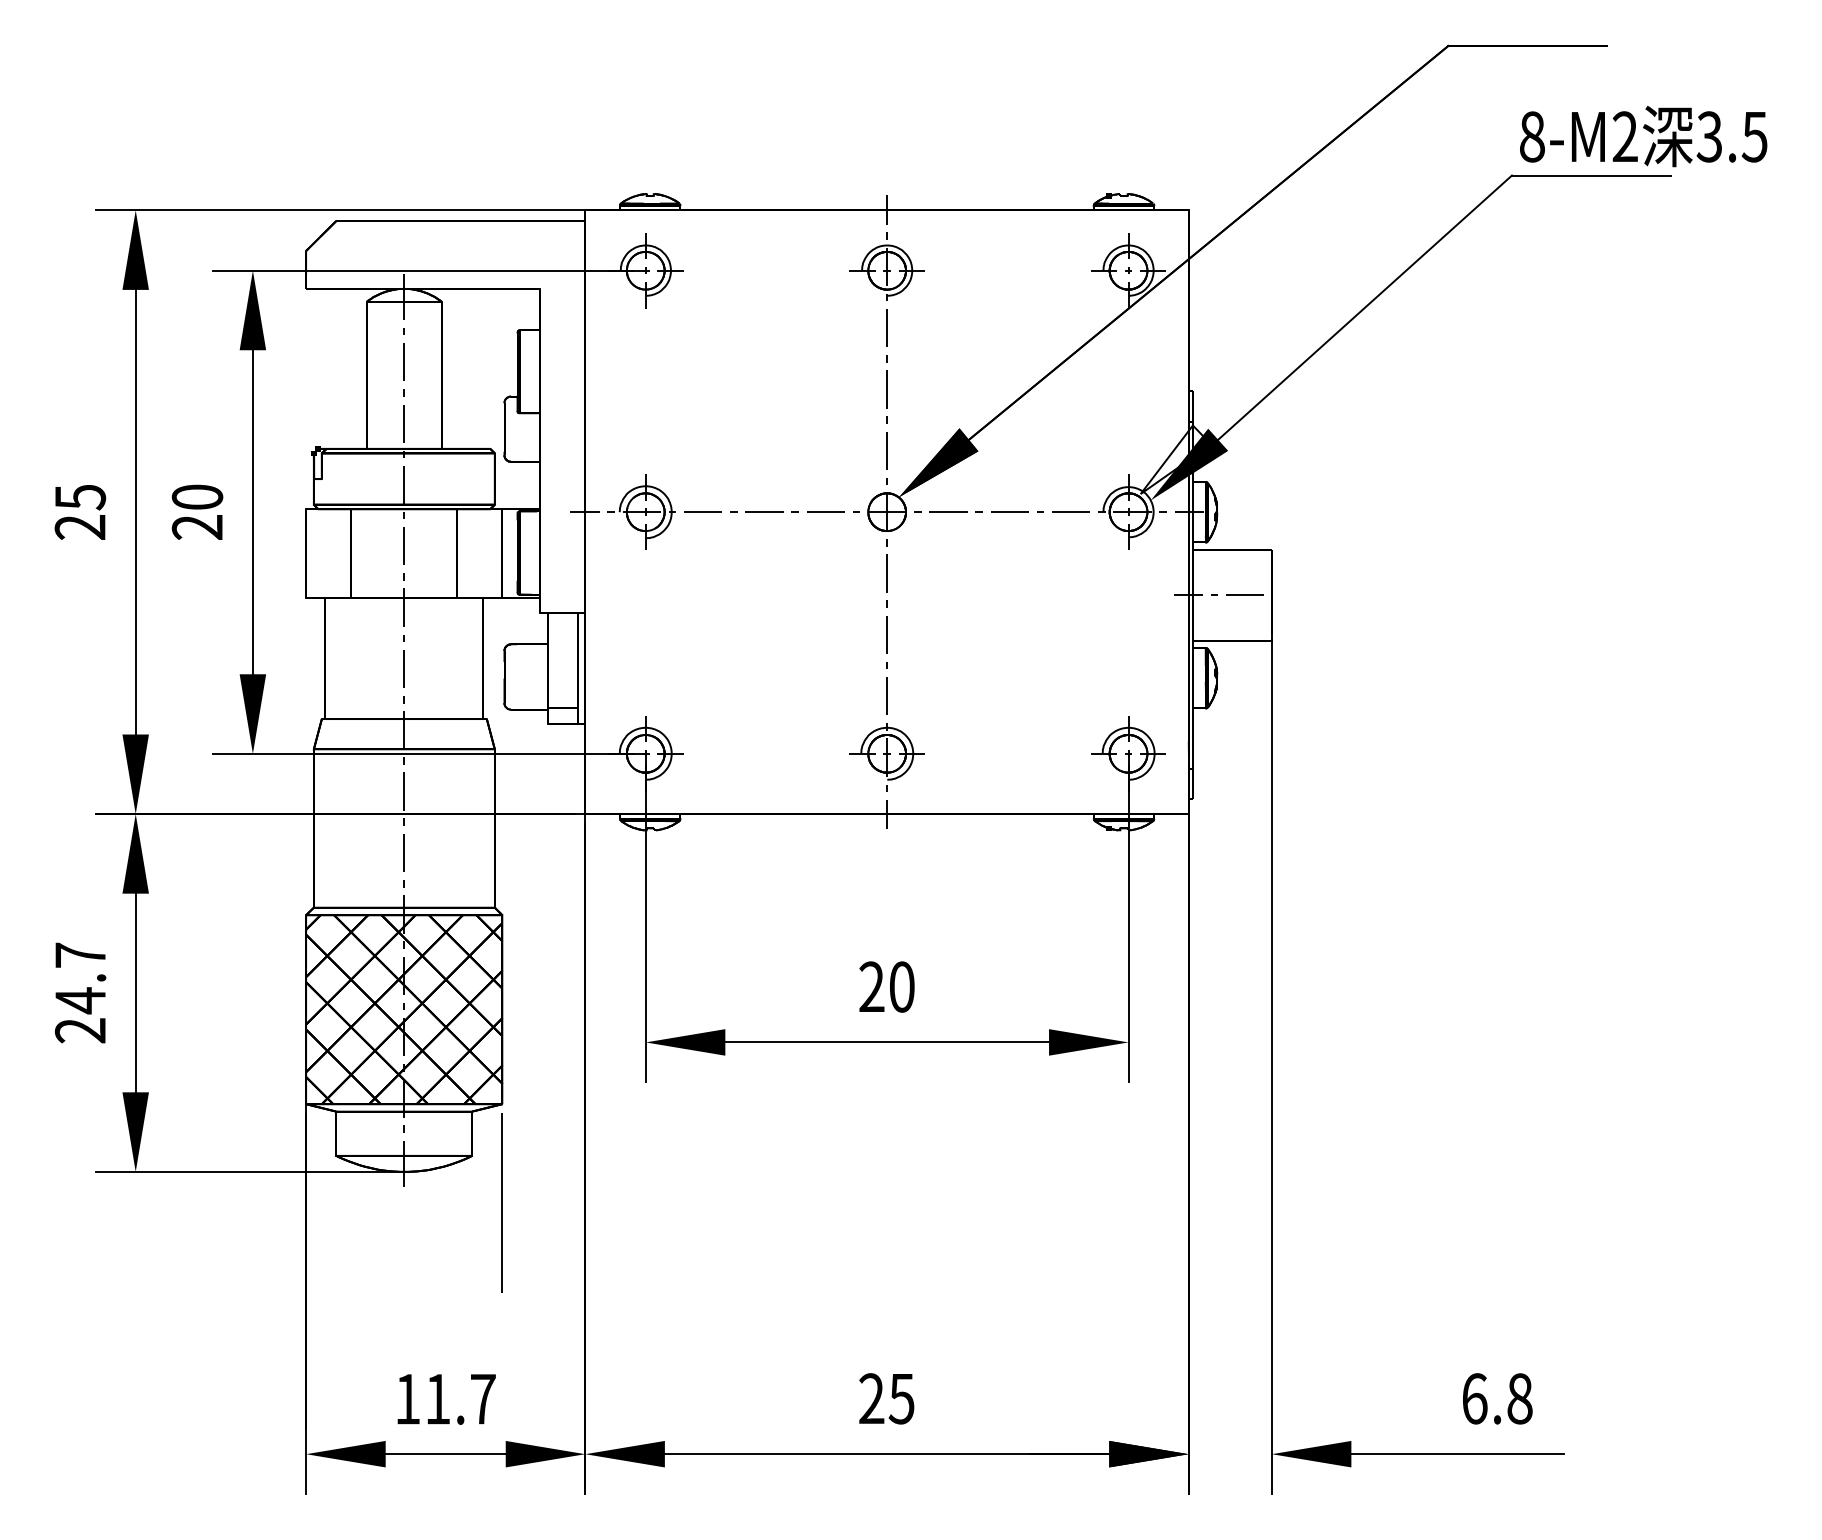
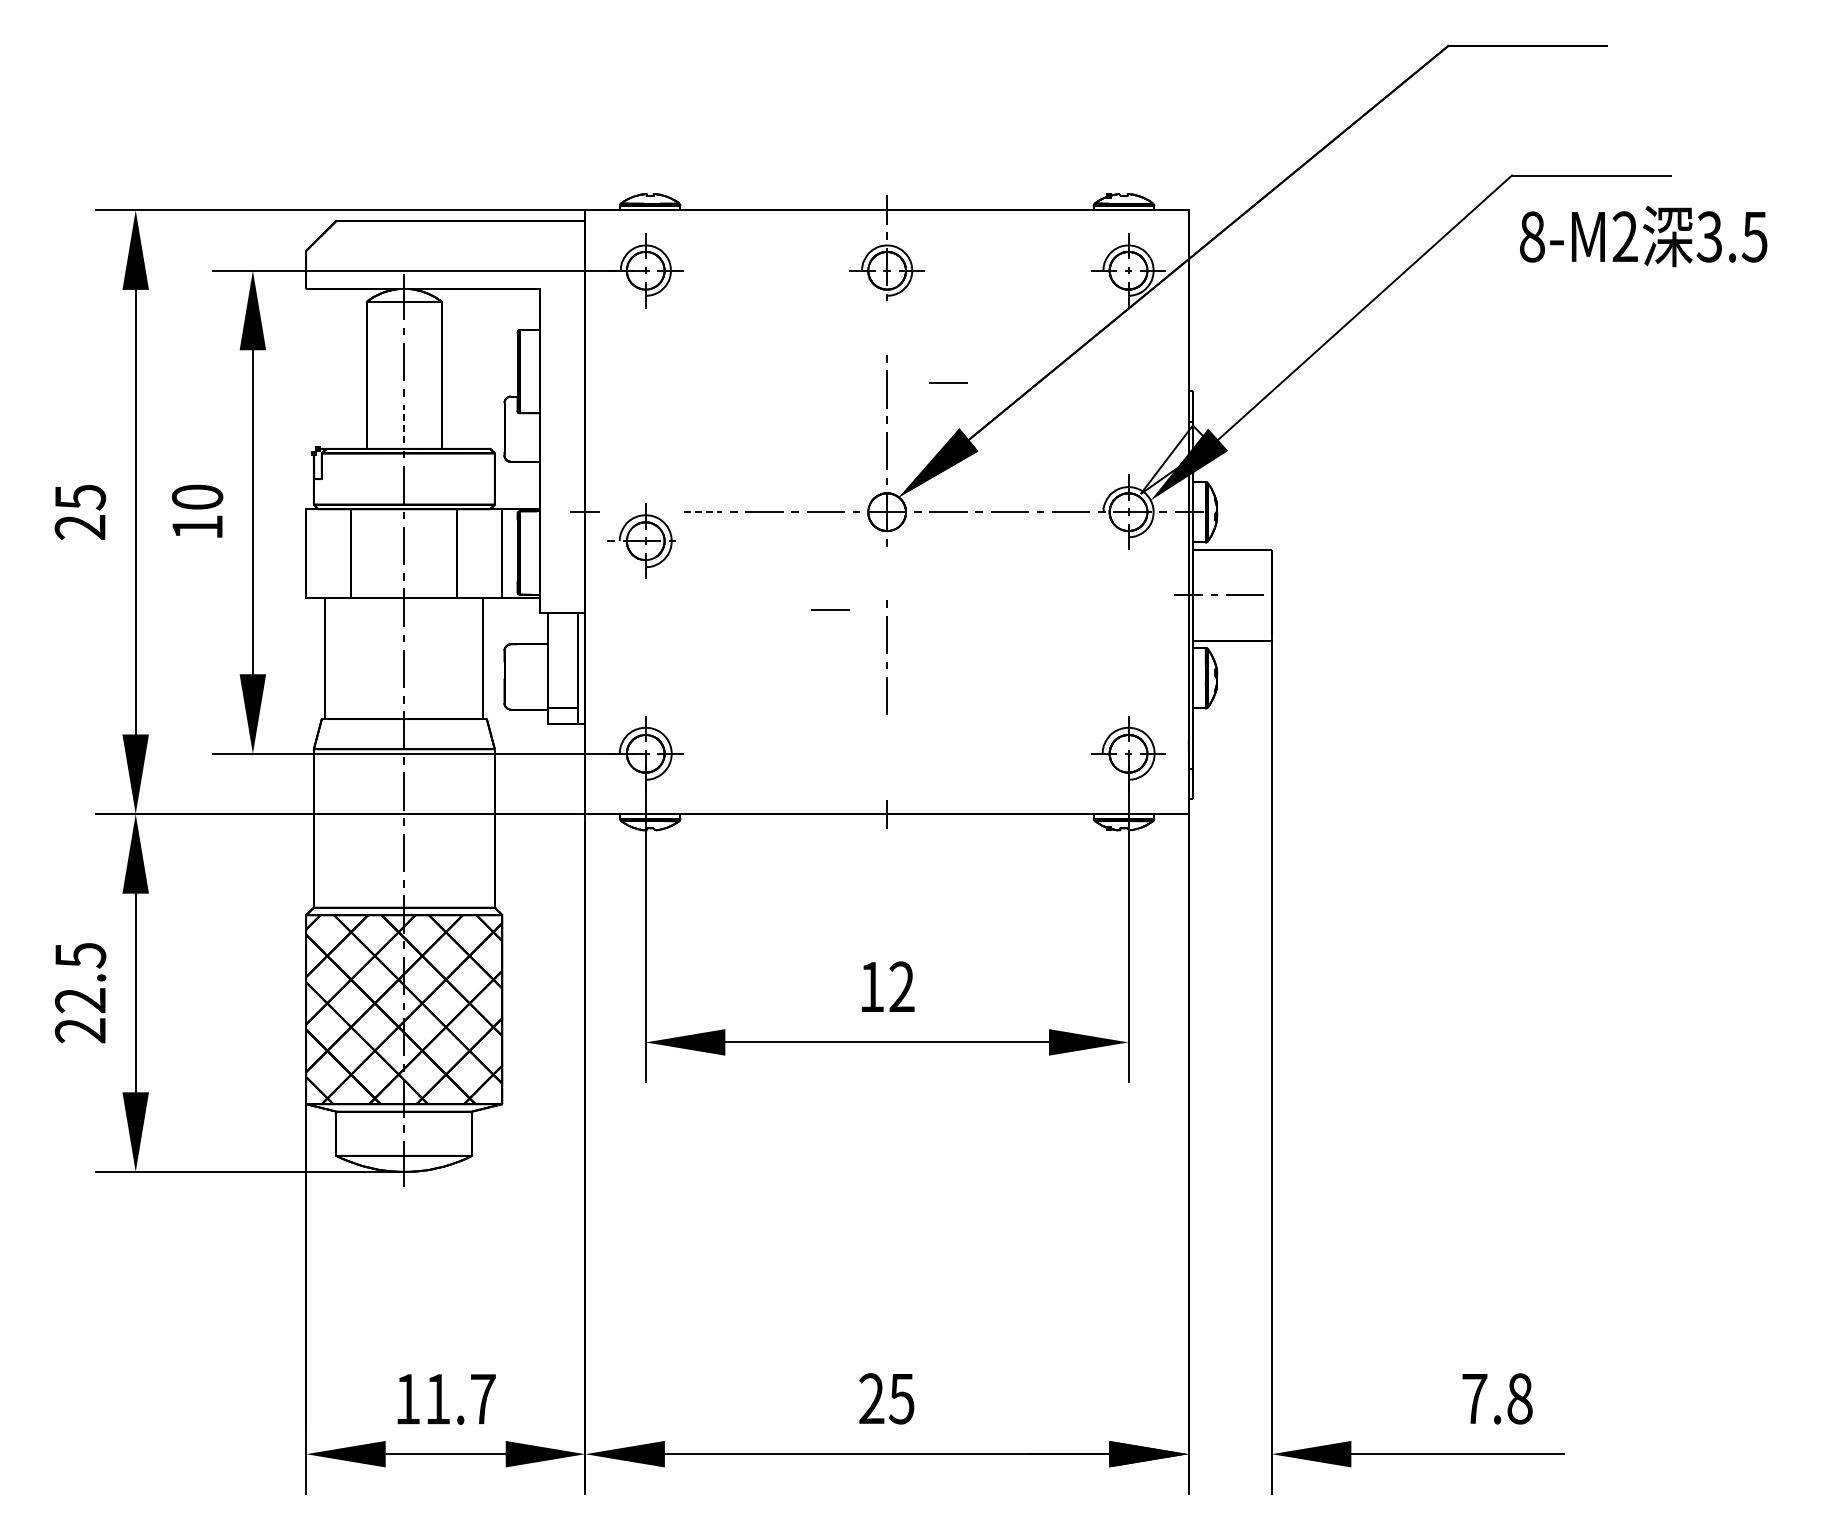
text at (1643, 136) position: (1643, 136) -> (1643, 236)
line at (886, 327): present -> none
line at (948, 382): none -> present
line at (404, 423): solid -> dashed
part at (641, 511) position: (641, 511) -> (641, 540)
line at (703, 512): solid -> dashed
text at (196, 527): 20 -> 10
line at (886, 573): present -> none
line at (830, 609): none -> present
part at (886, 757): present -> none
text at (80, 978): 24.7 -> 22.5
text at (886, 986): 20 -> 12
line at (501, 1202): present -> none
text at (1474, 1398): 6.8 -> 7.8
